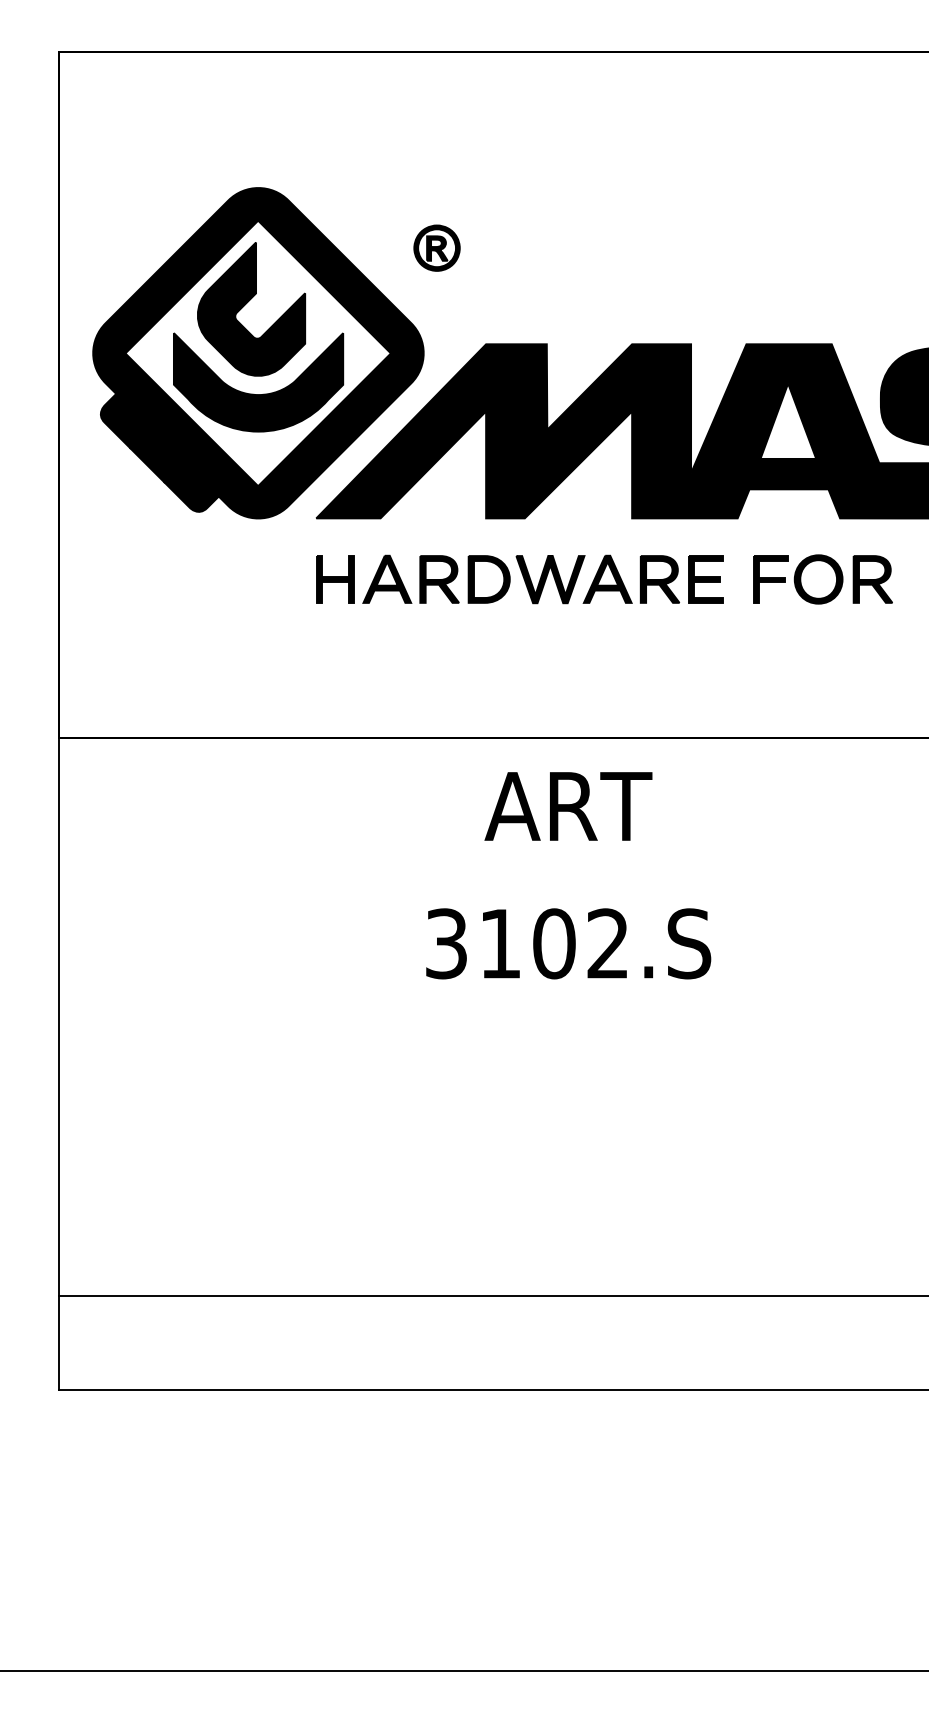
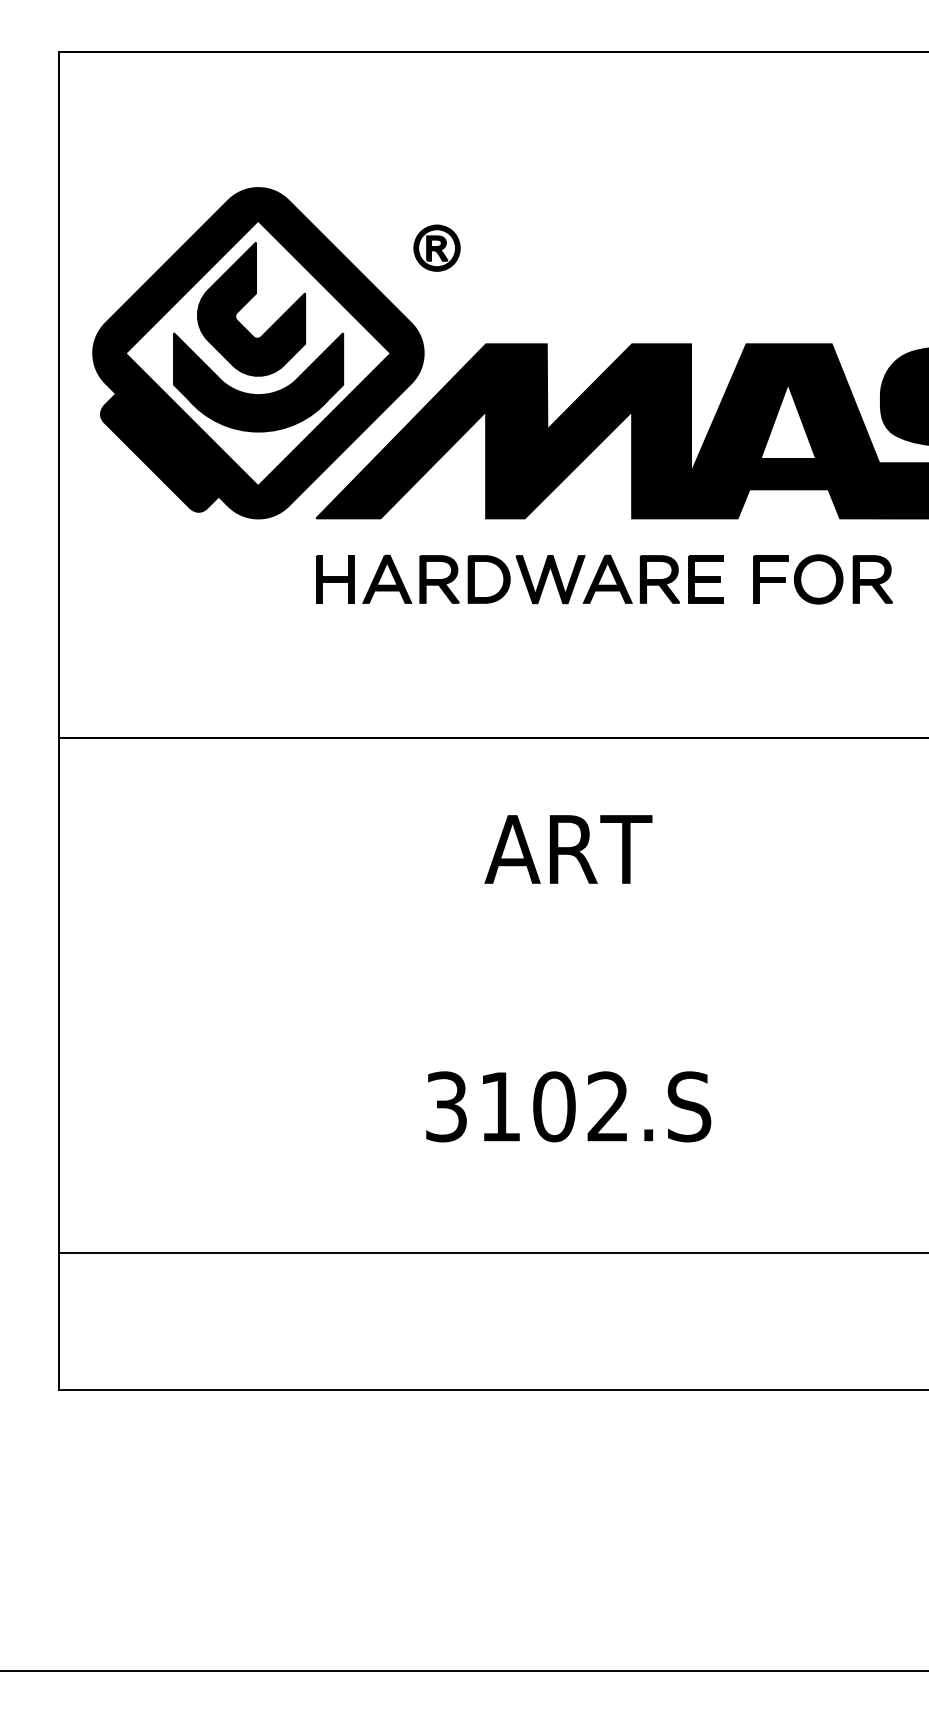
text at (568, 806) position: (568, 806) -> (568, 849)
text at (568, 943) position: (568, 943) -> (568, 1106)
line at (491, 1295) position: (491, 1295) -> (491, 1252)
